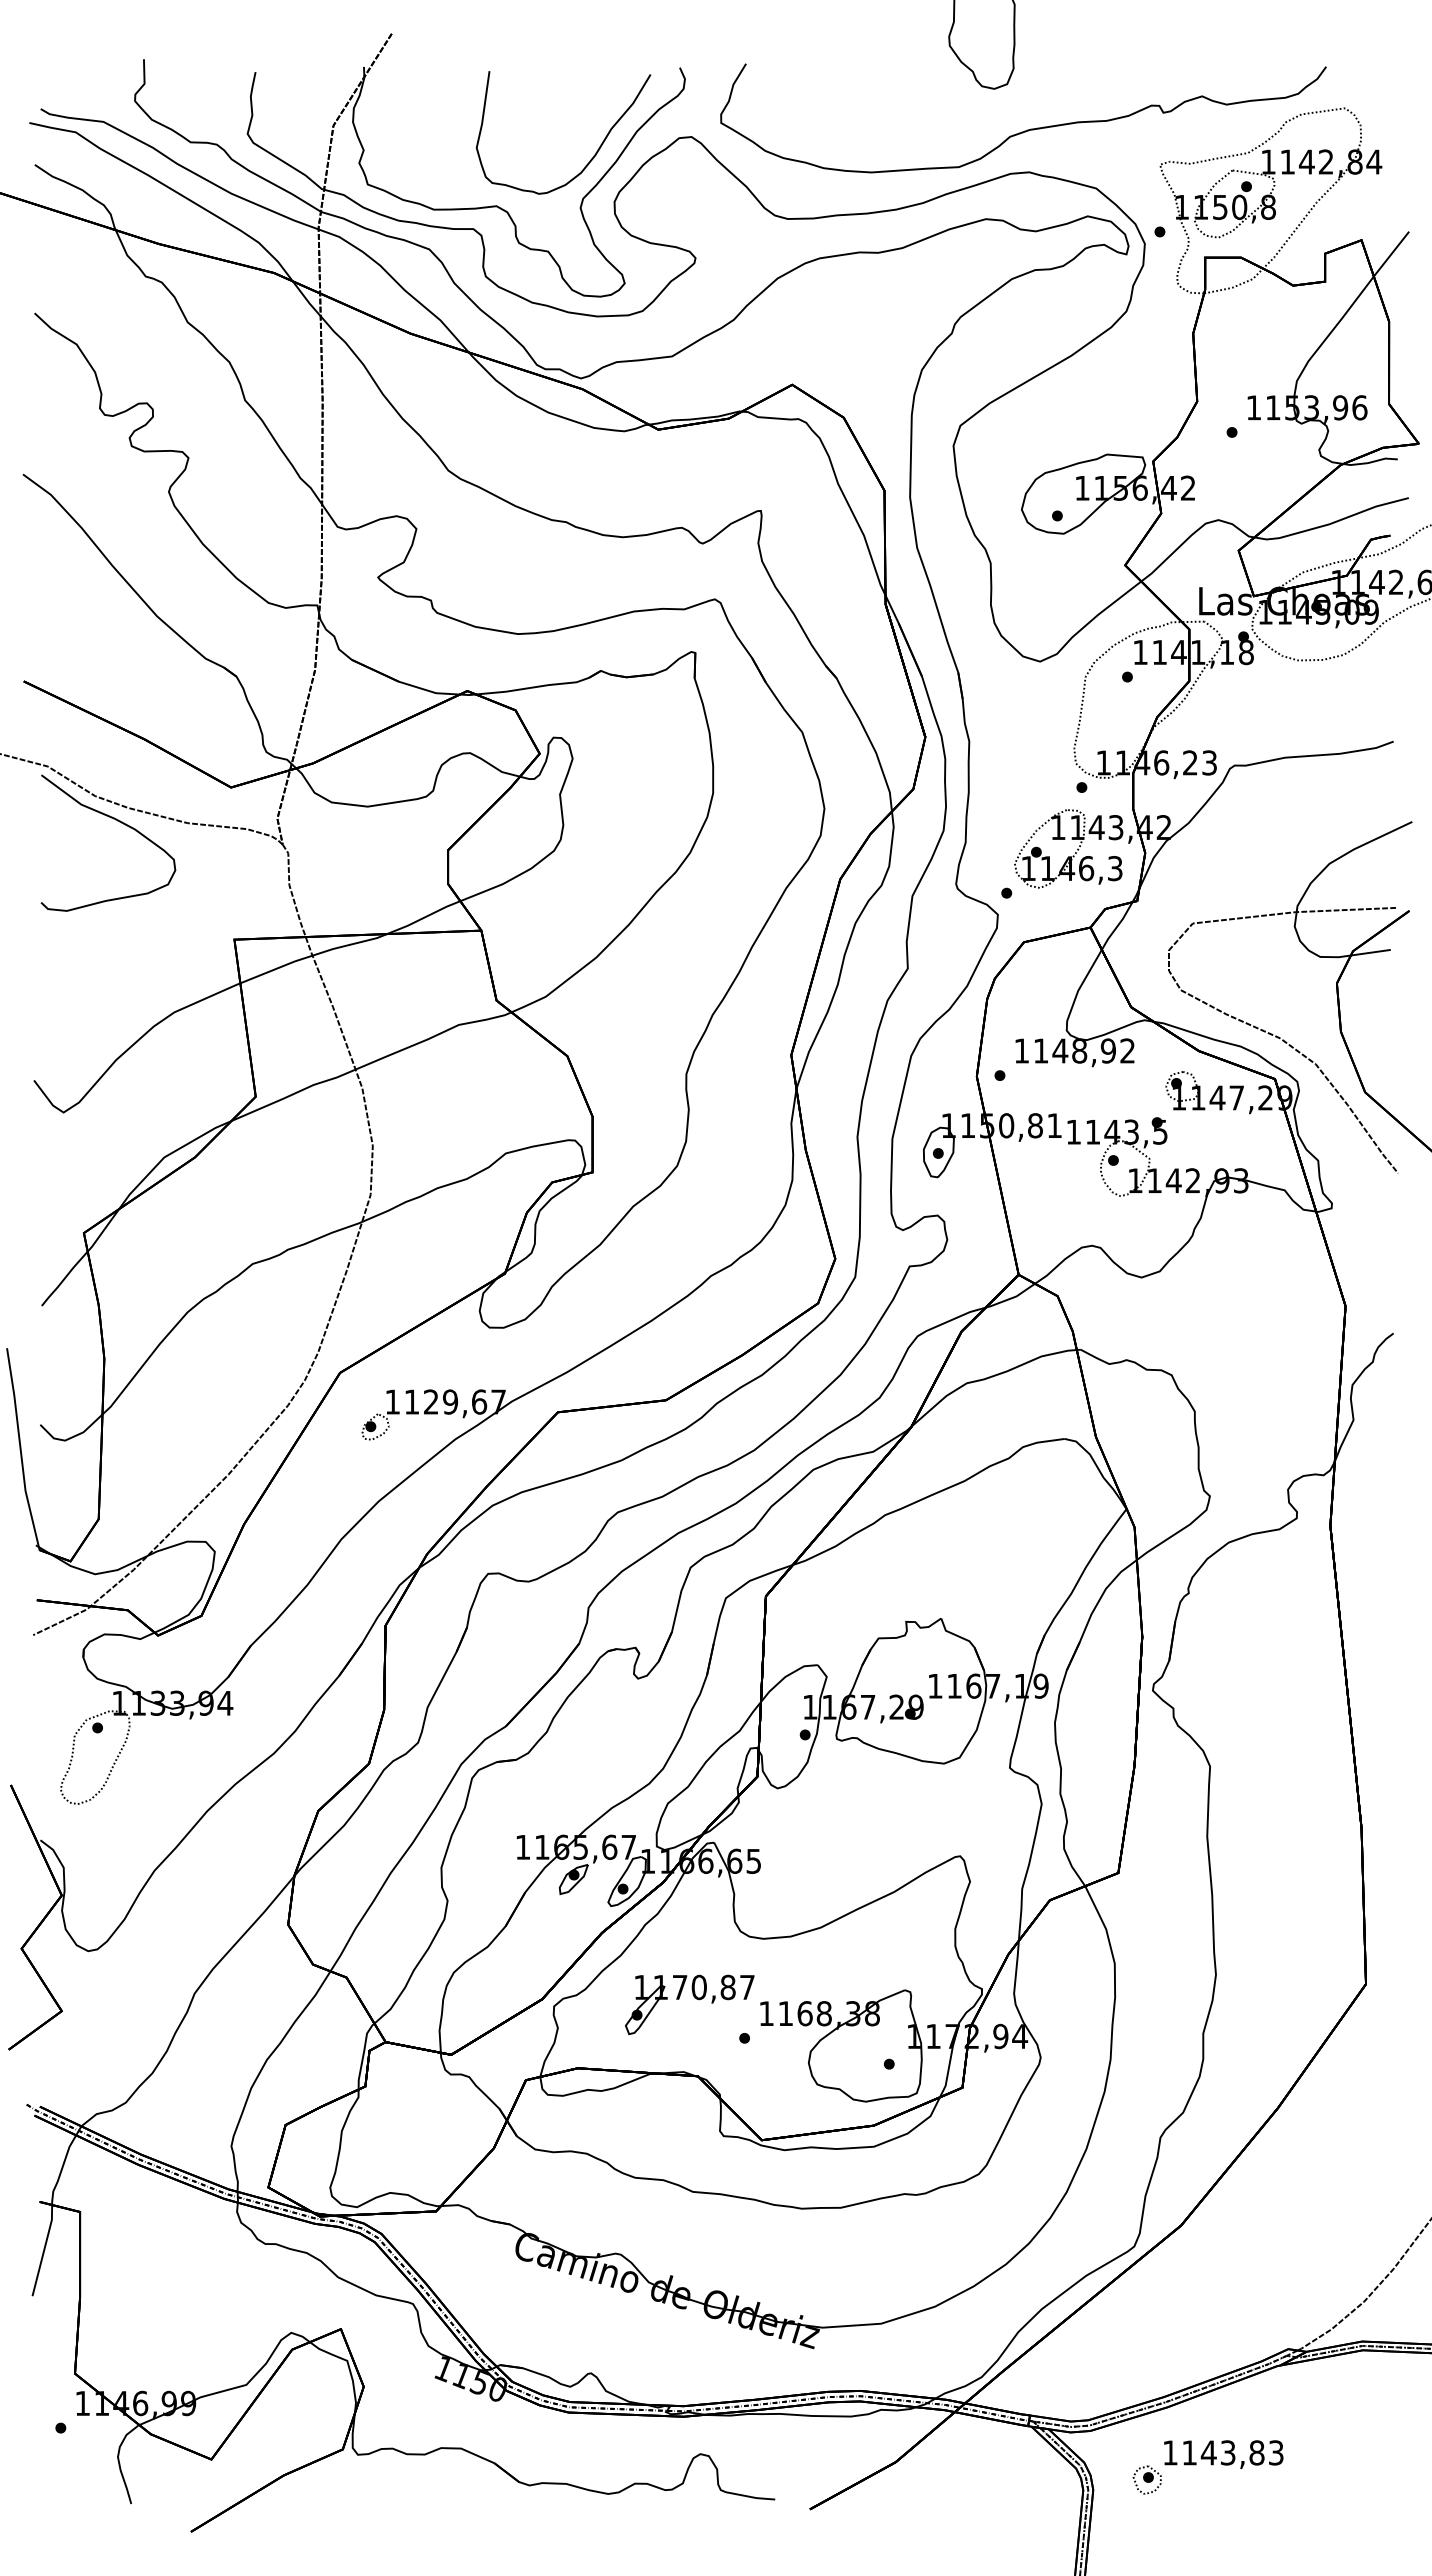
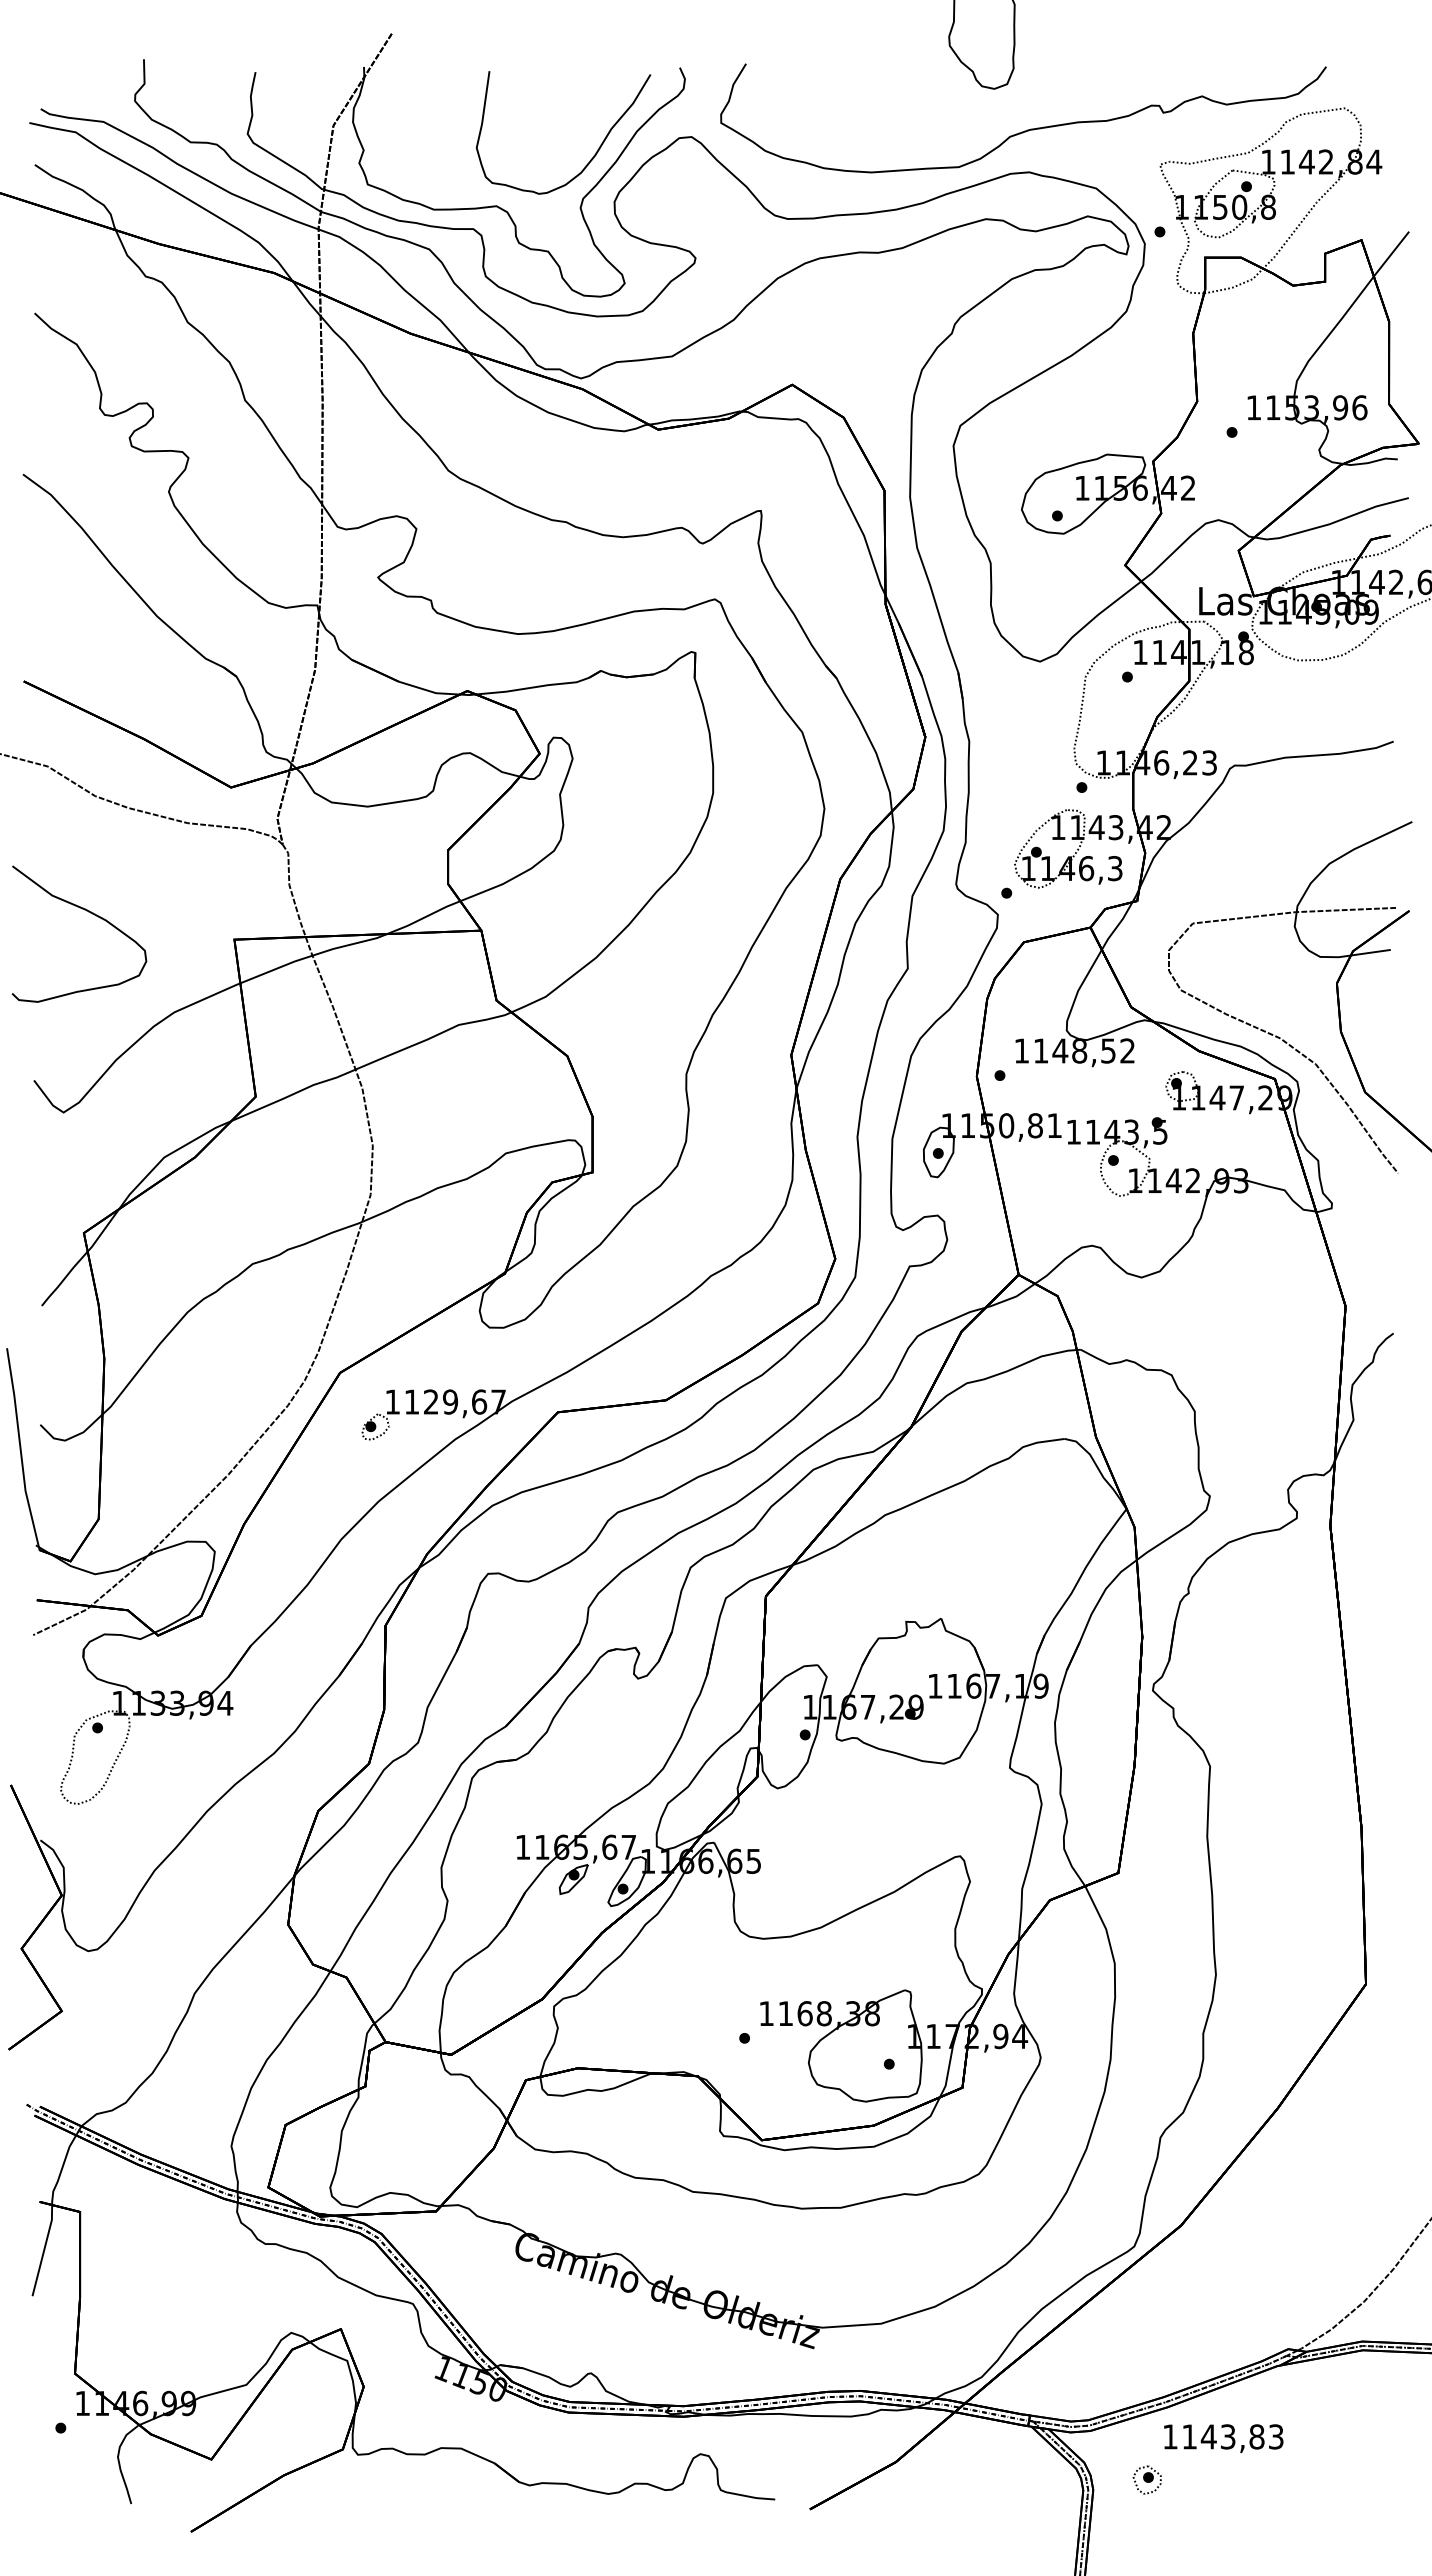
curve at (119, 822) position: (119, 822) -> (90, 913)
text at (1107, 1050): 1148,92 -> 1148,52
part at (694, 1998): present -> none
text at (1223, 2454) position: (1223, 2454) -> (1223, 2438)
